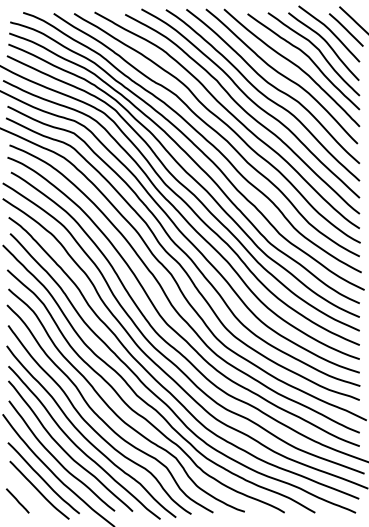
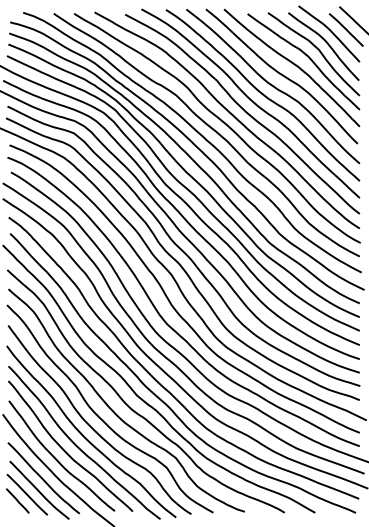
line at (27, 494): none -> present
